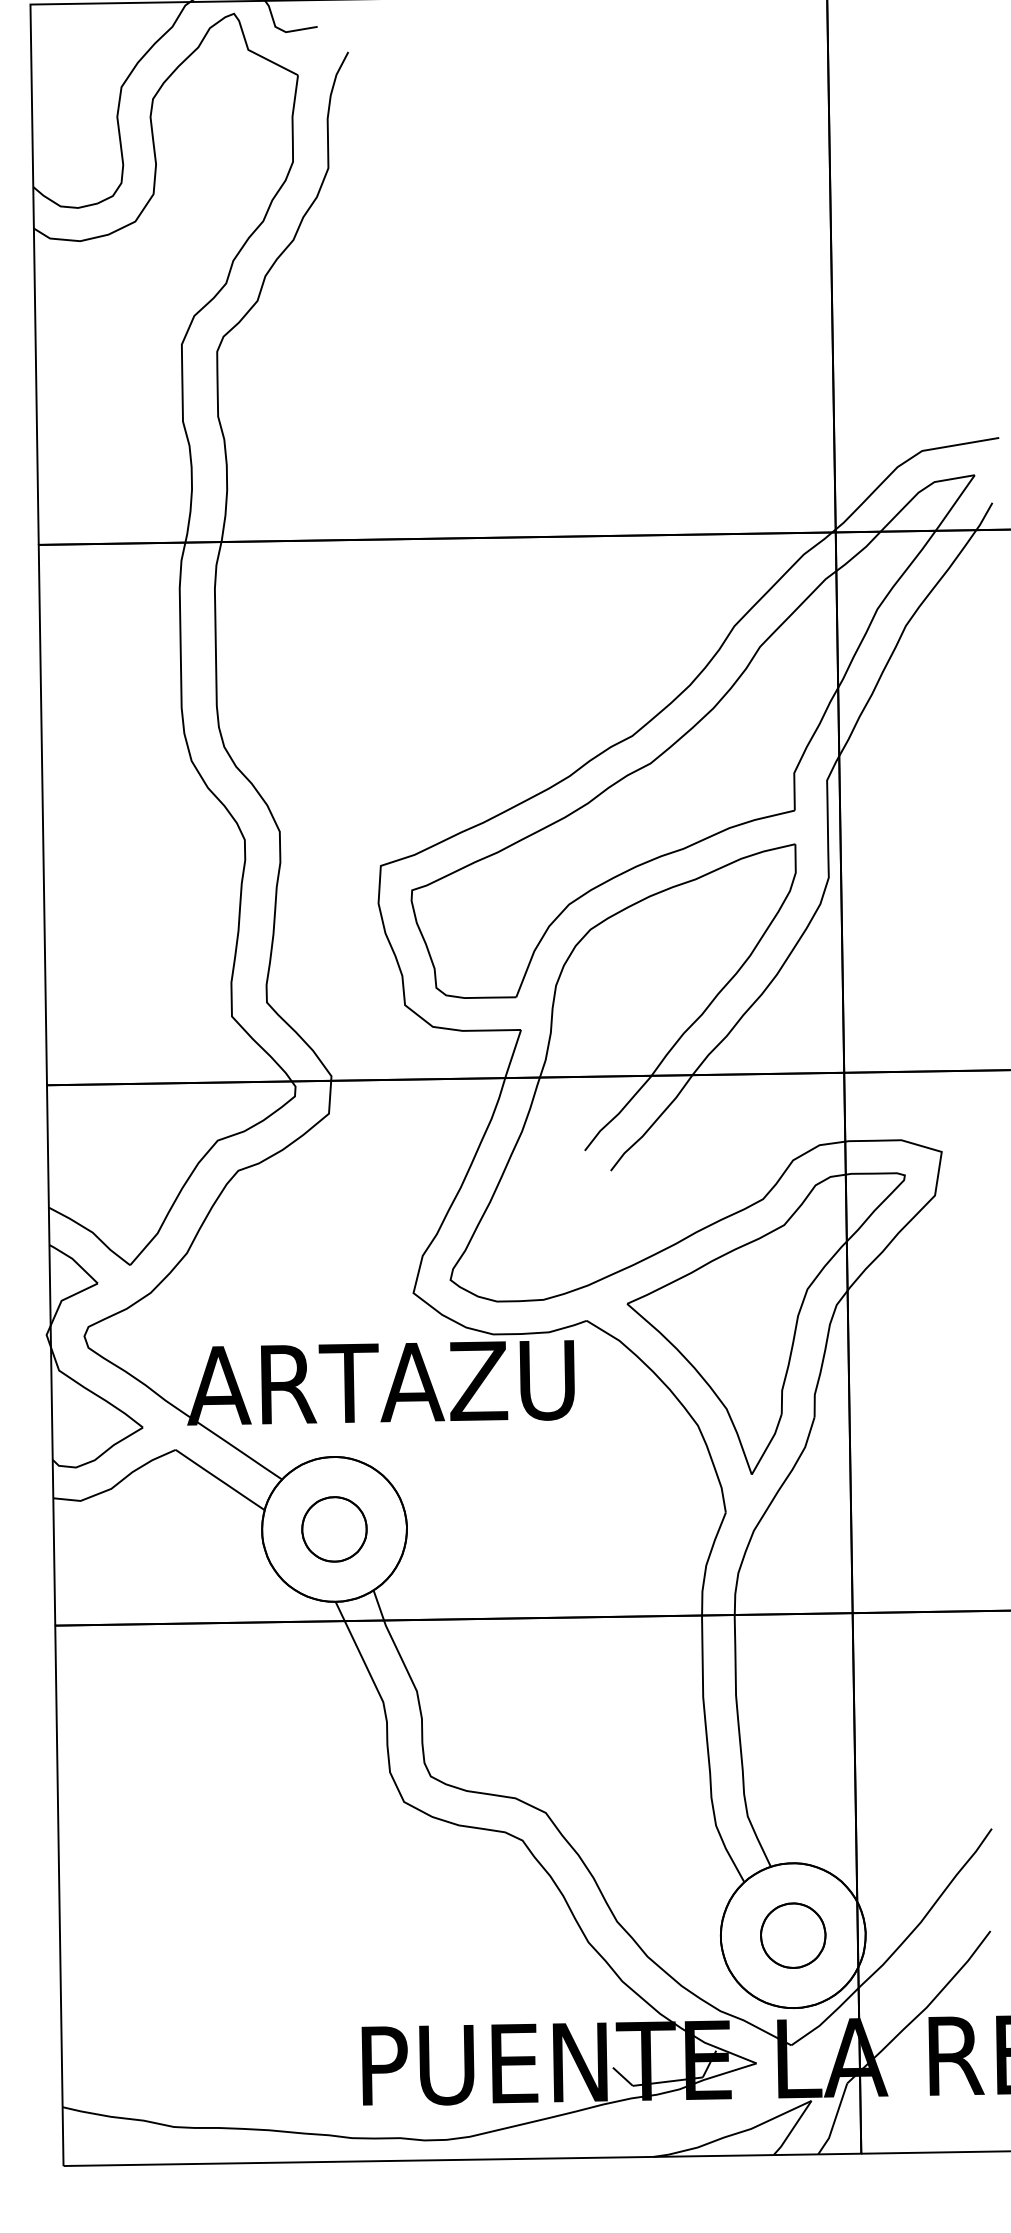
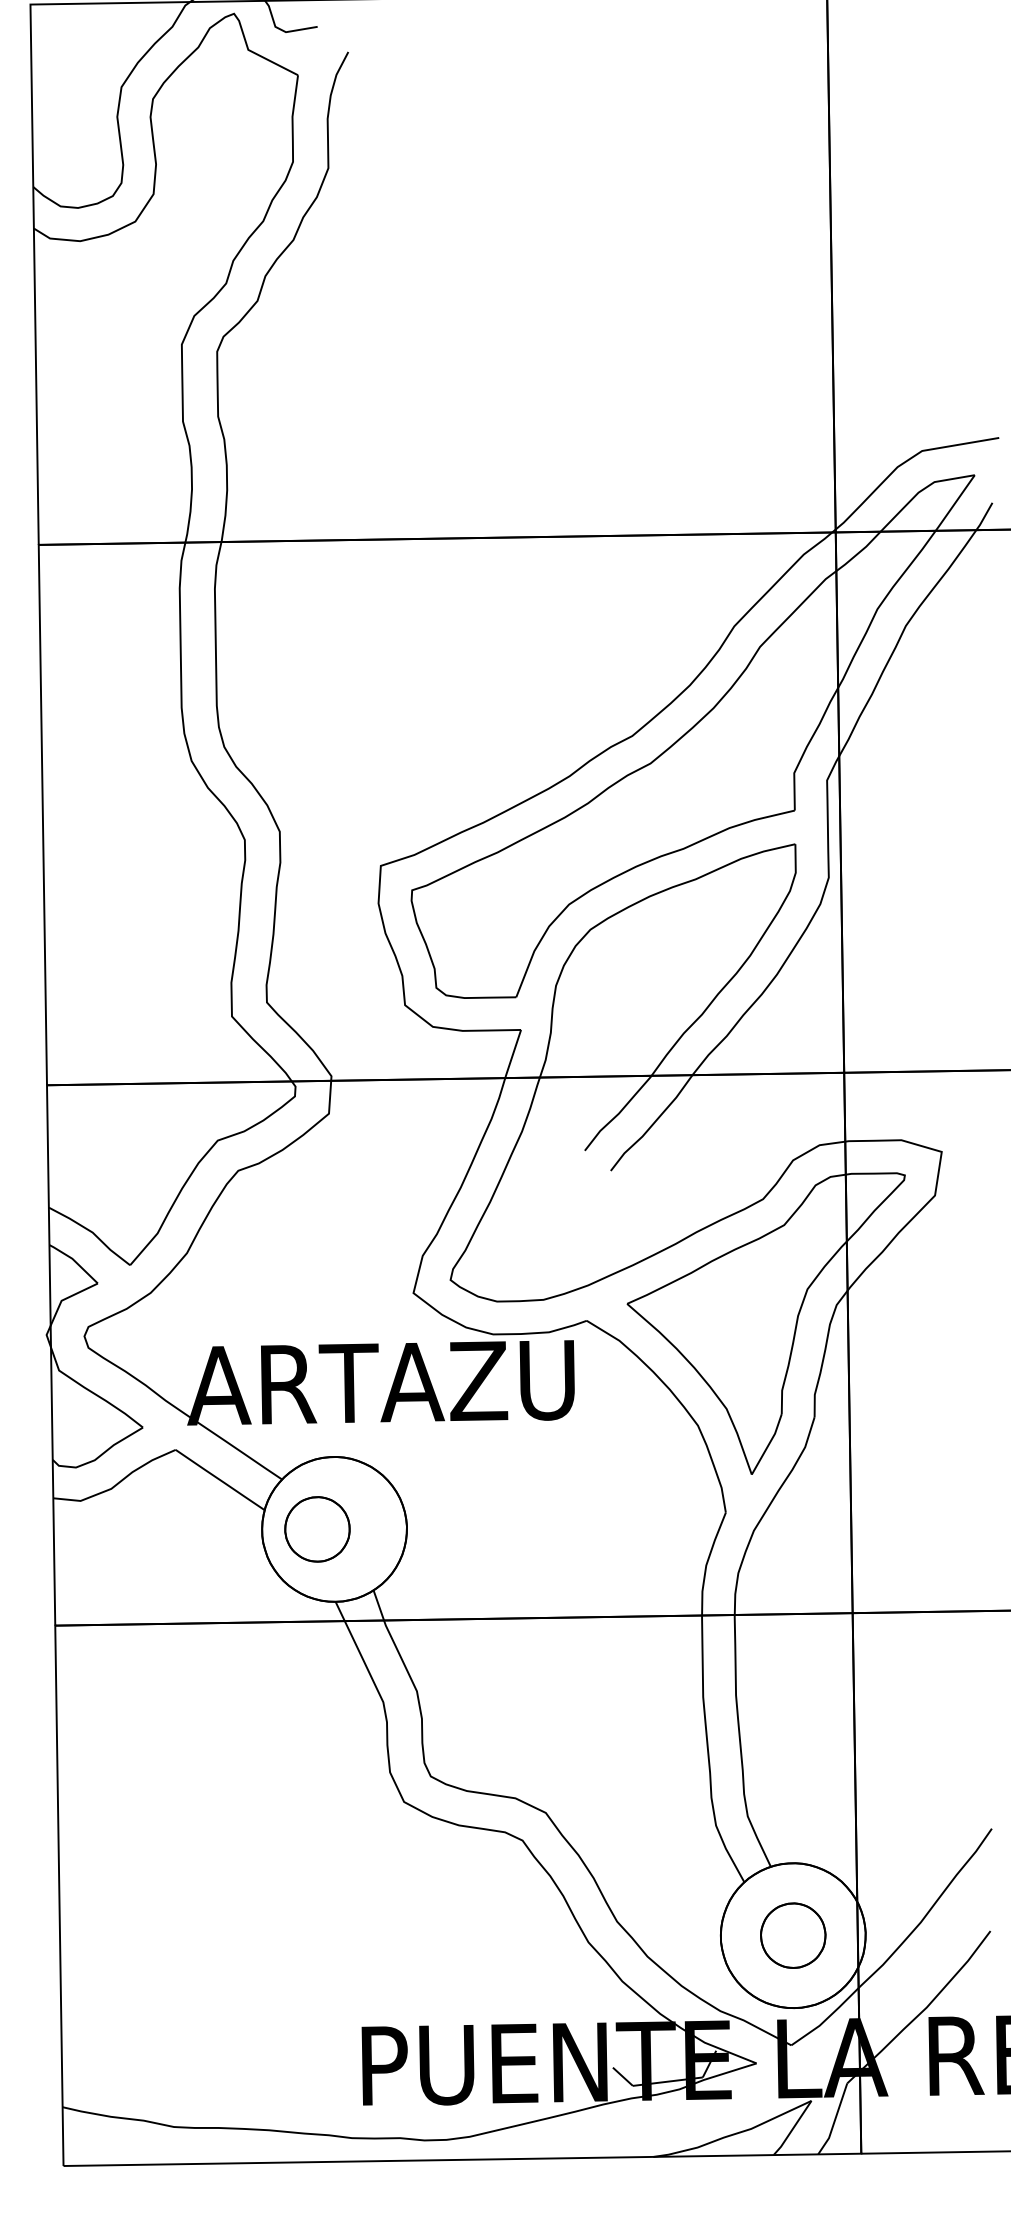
part at (334, 1529) position: (334, 1529) -> (317, 1529)
